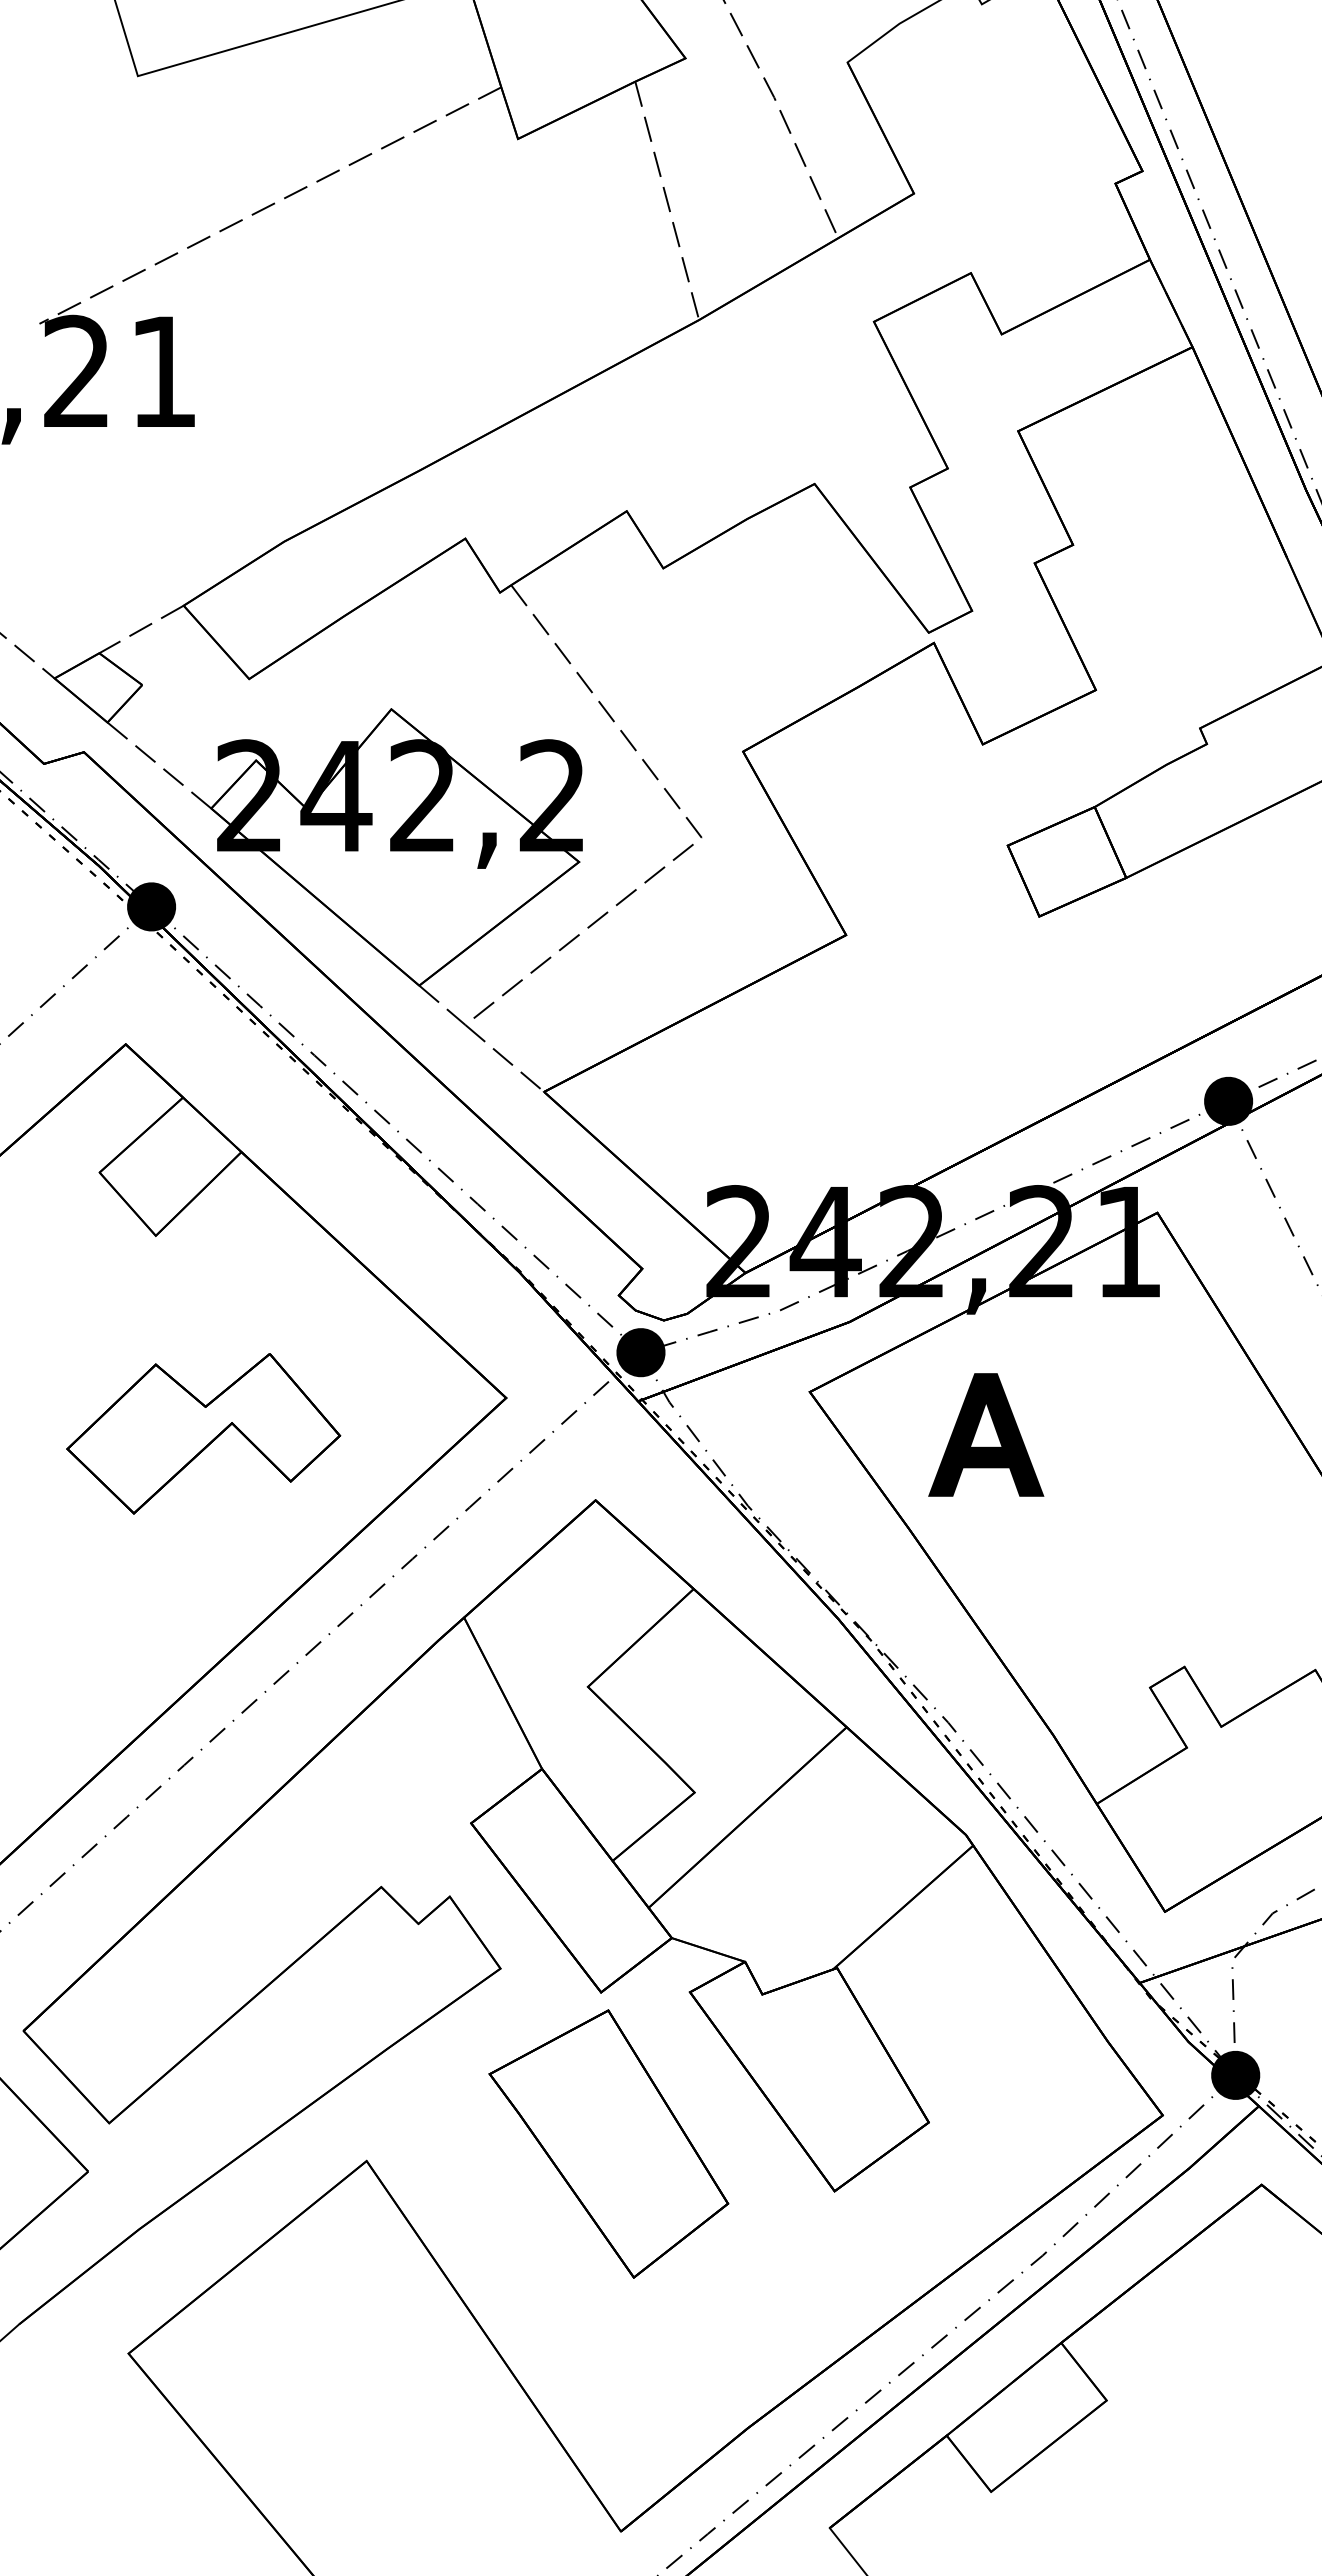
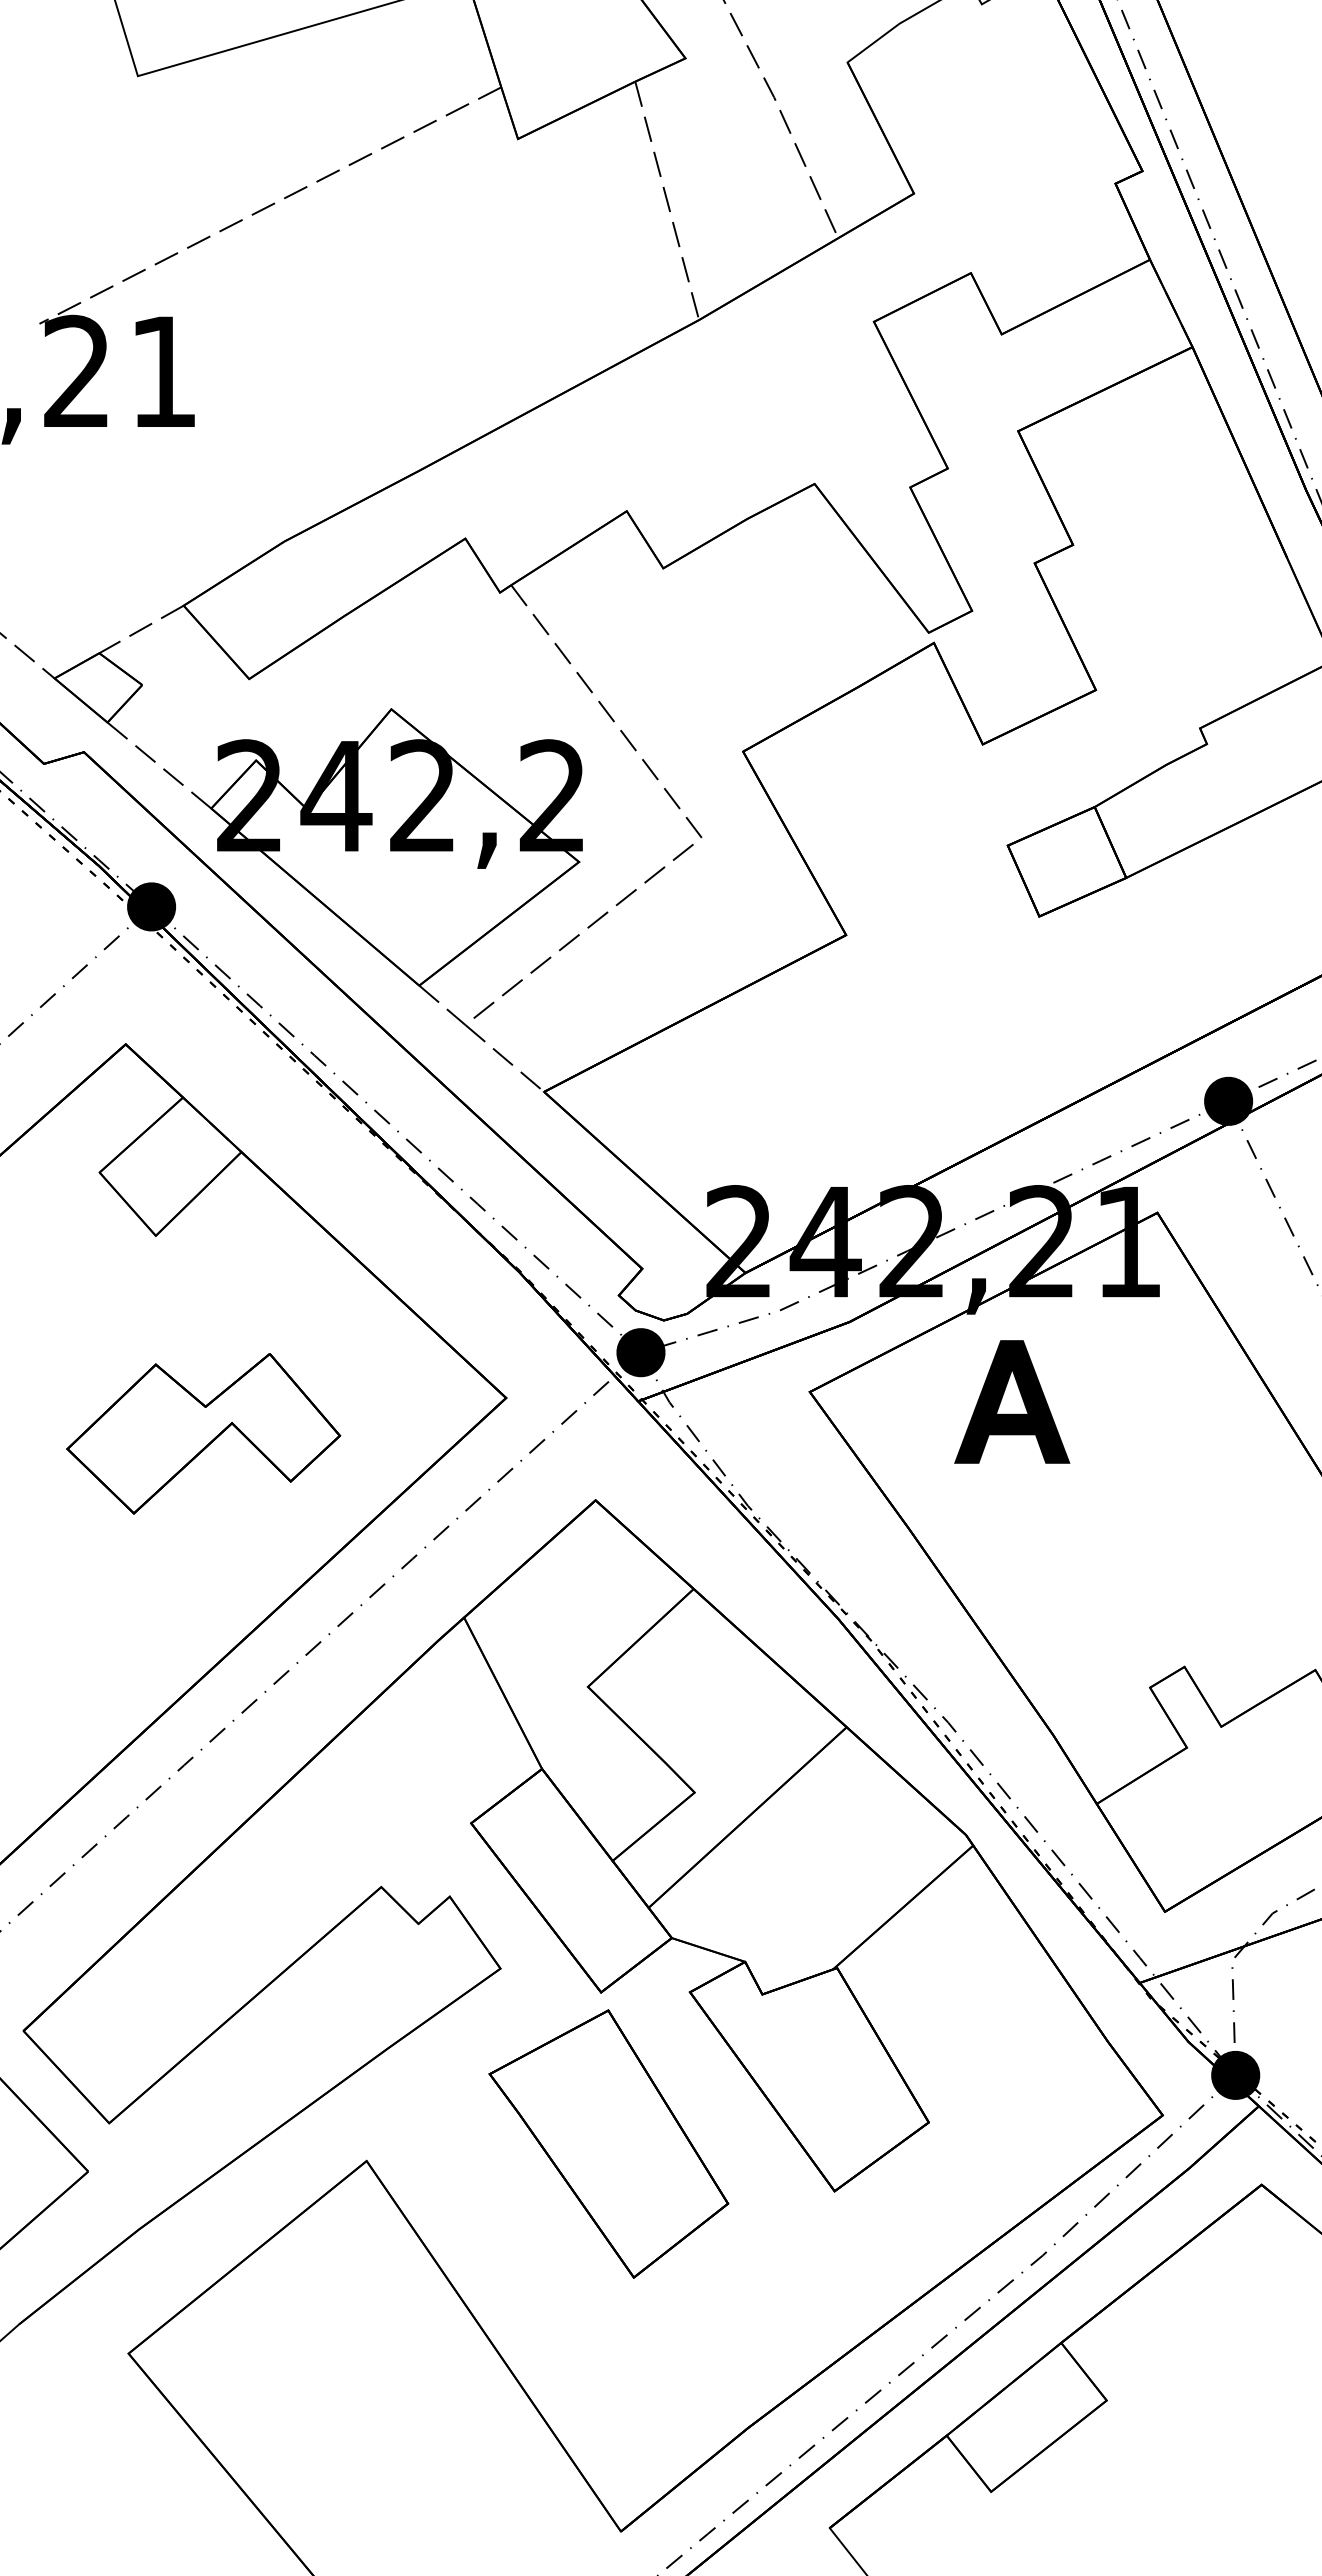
part at (986, 1434) position: (986, 1434) -> (1012, 1401)
